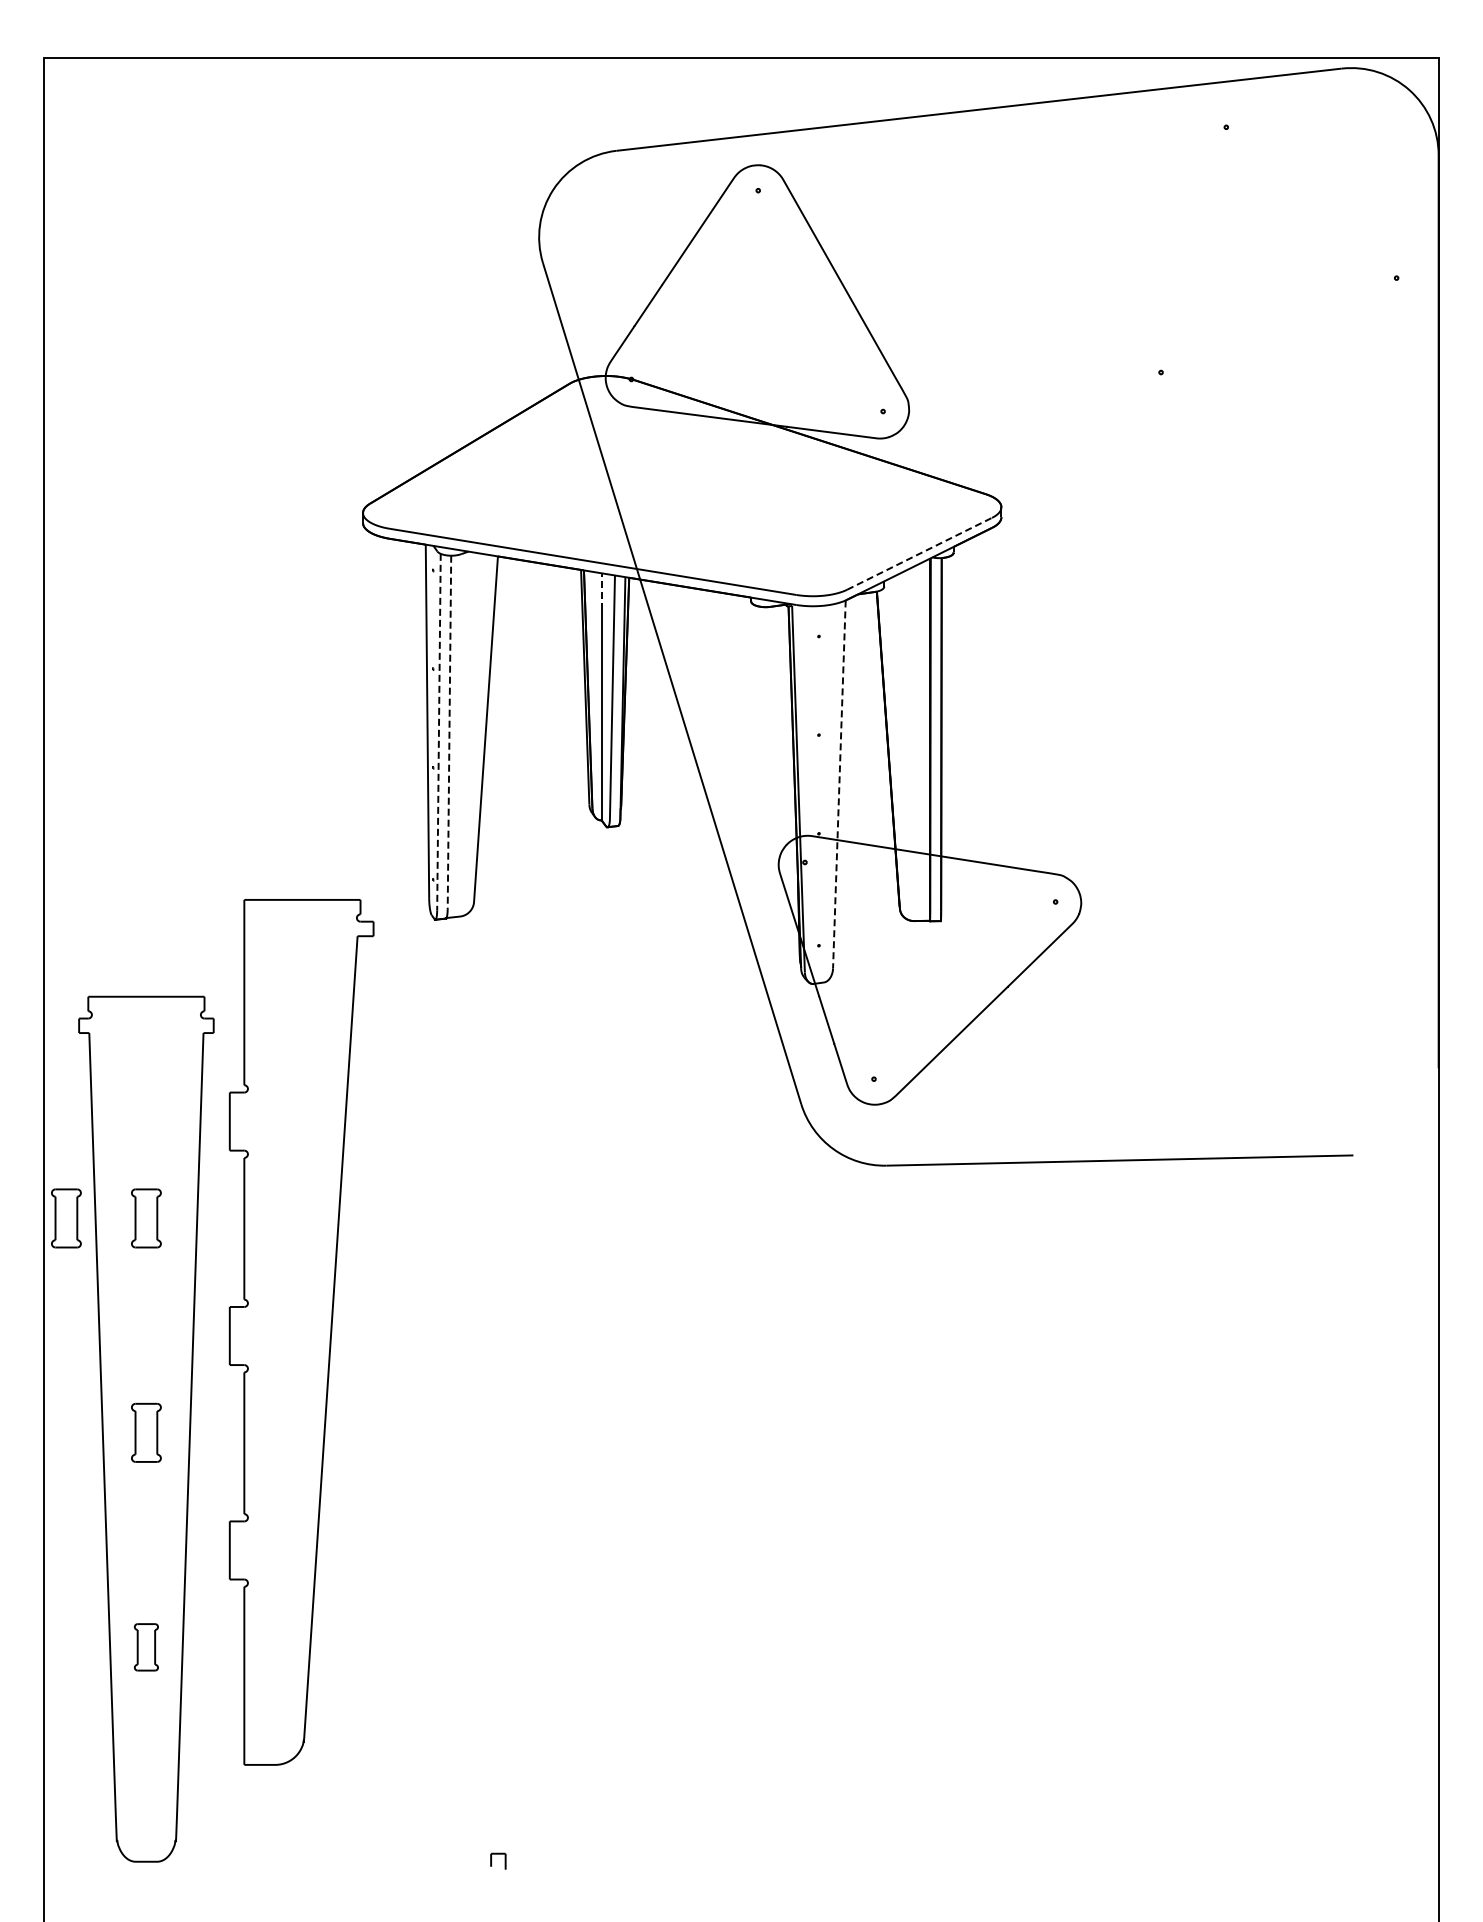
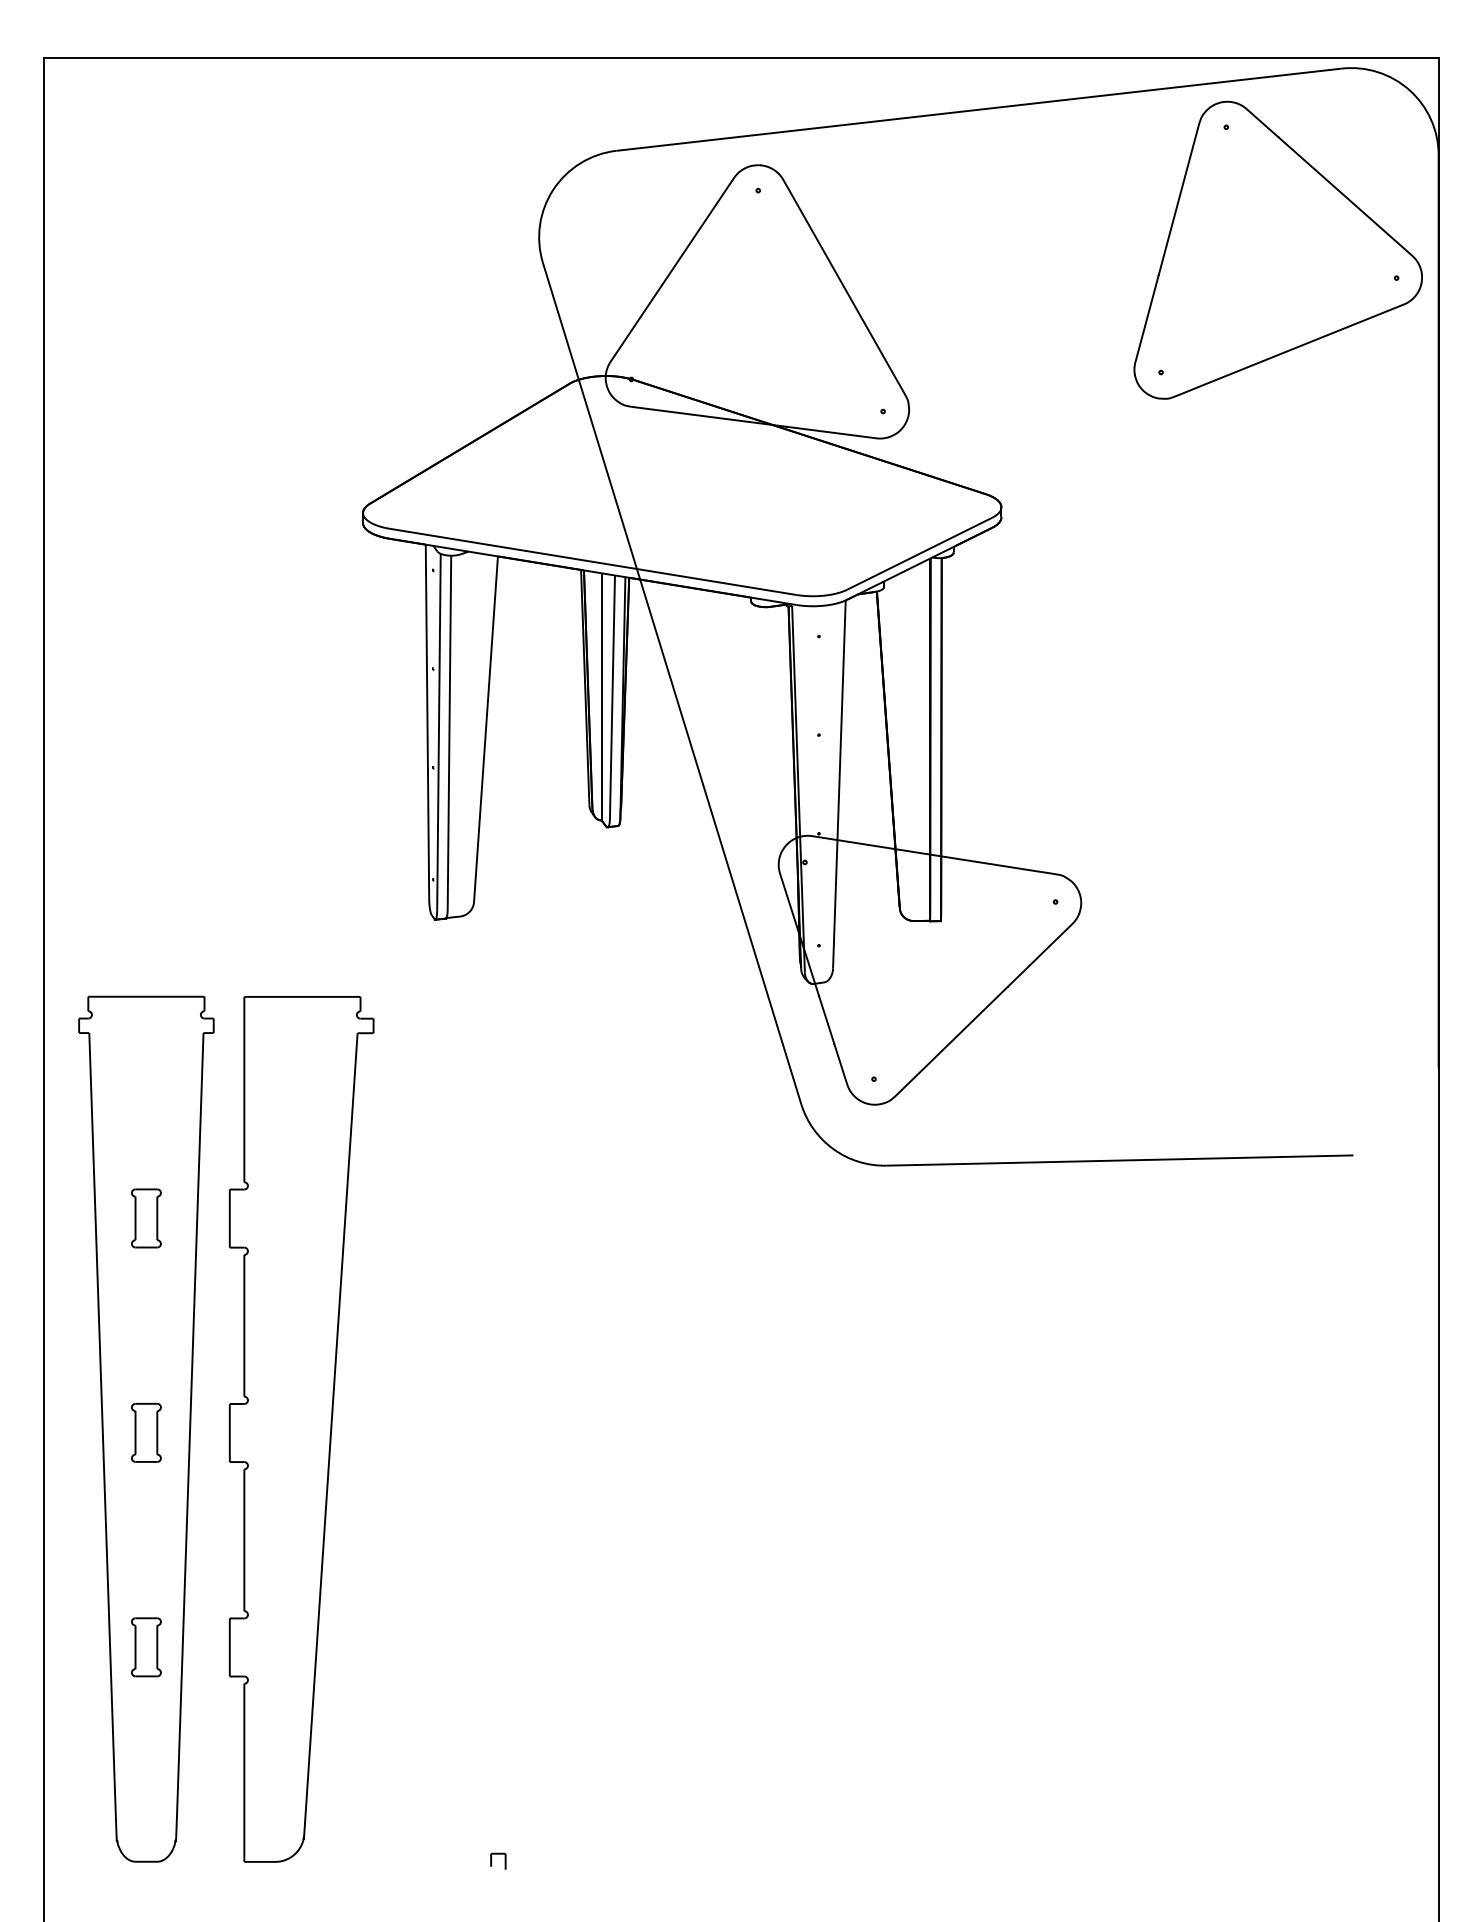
part at (1277, 249): none -> present
line at (919, 553): dashed -> solid
line at (601, 591): dashed -> solid
line at (438, 732): dashed -> solid
line at (449, 732): dashed -> solid
line at (839, 784): dashed -> solid
part at (66, 1218): present -> none
part at (301, 1332) position: (301, 1332) -> (301, 1429)
part at (145, 1647) size: 26x49 px -> 31x61 px
